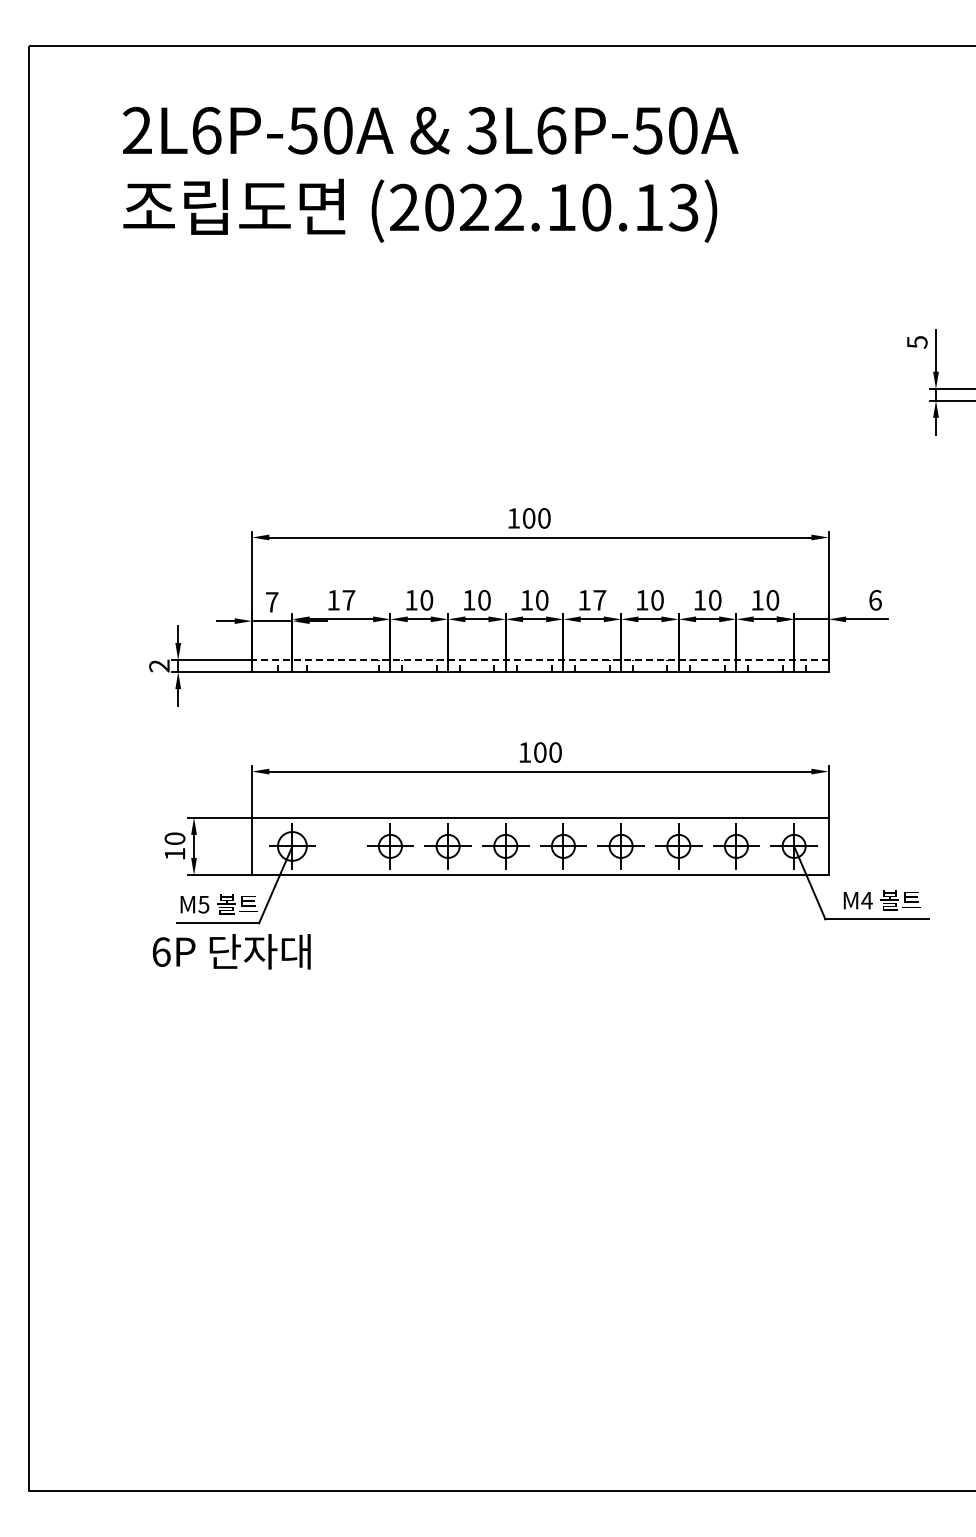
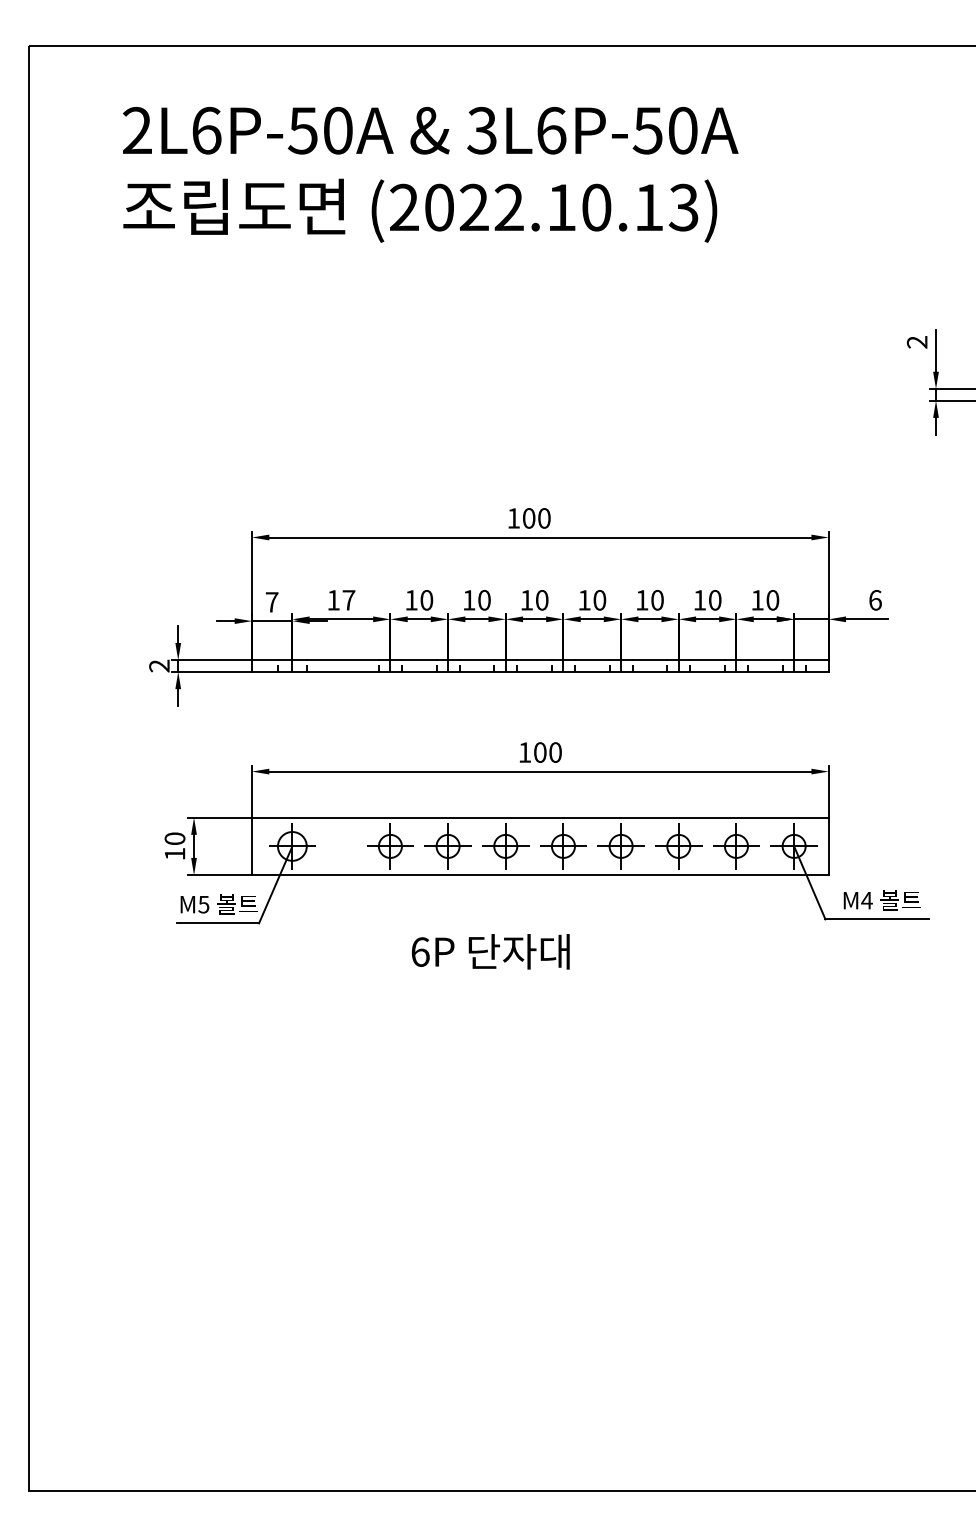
text at (916, 342): 5 -> 2
text at (599, 600): 17 -> 10
line at (539, 660): dashed -> solid
text at (231, 951) position: (231, 951) -> (490, 951)
